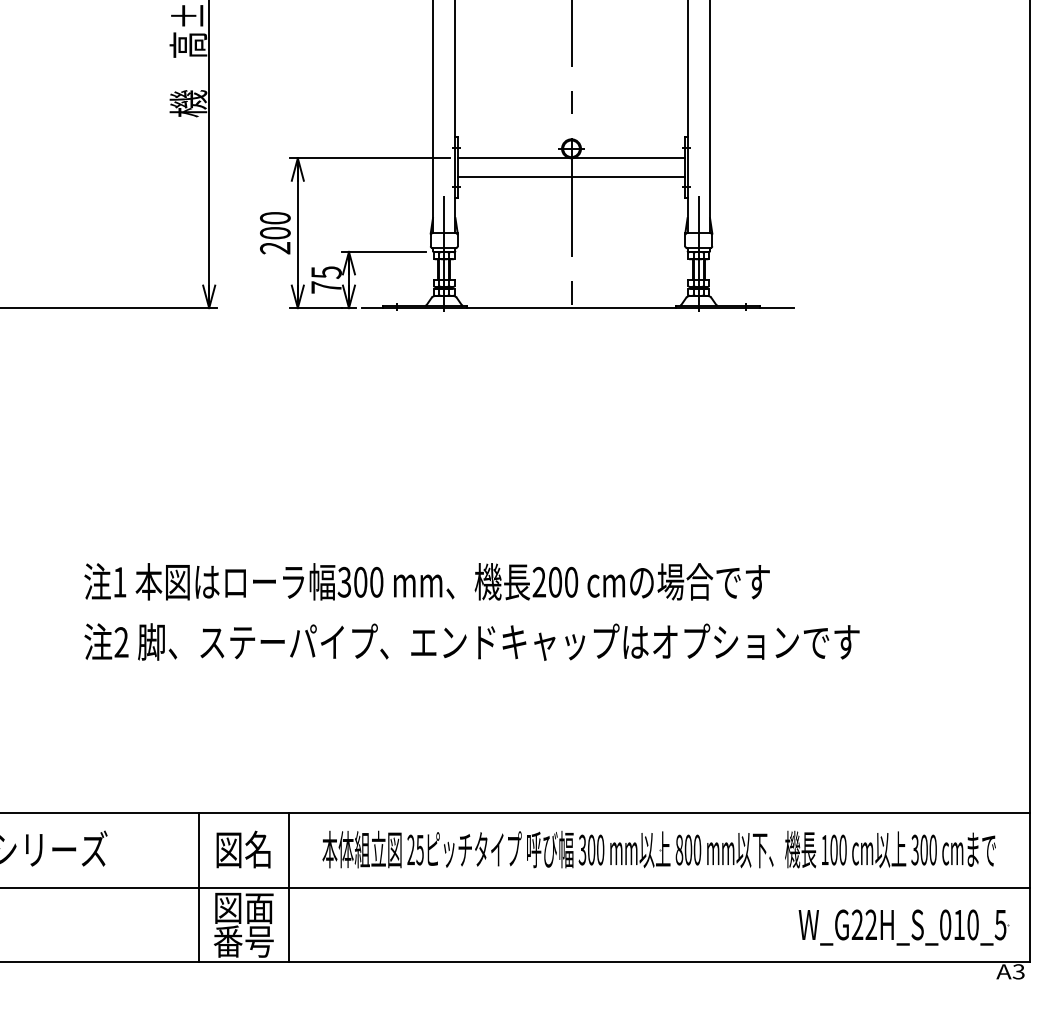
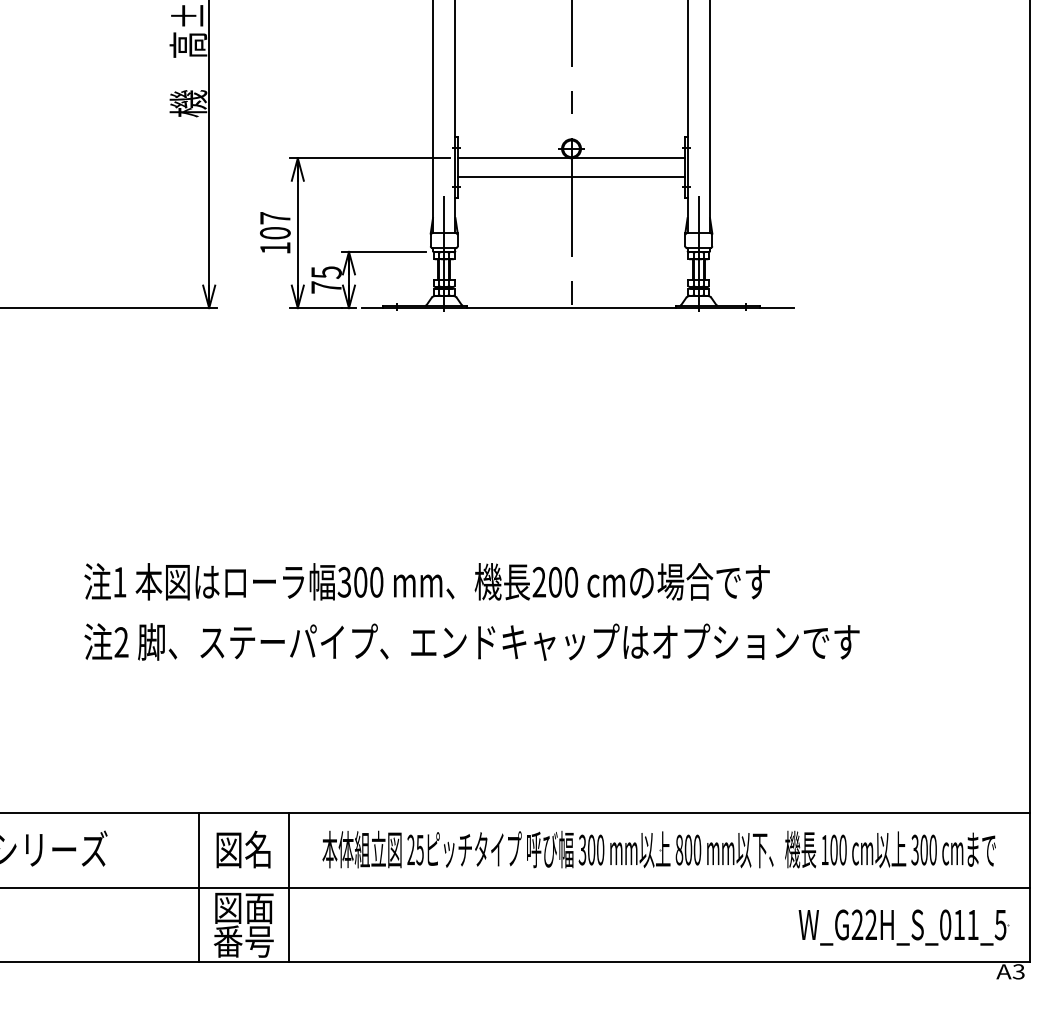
text at (275, 233): 200 -> 107
text at (972, 924): W_G22H_S_010_5 -> W_G22H_S_011_5
